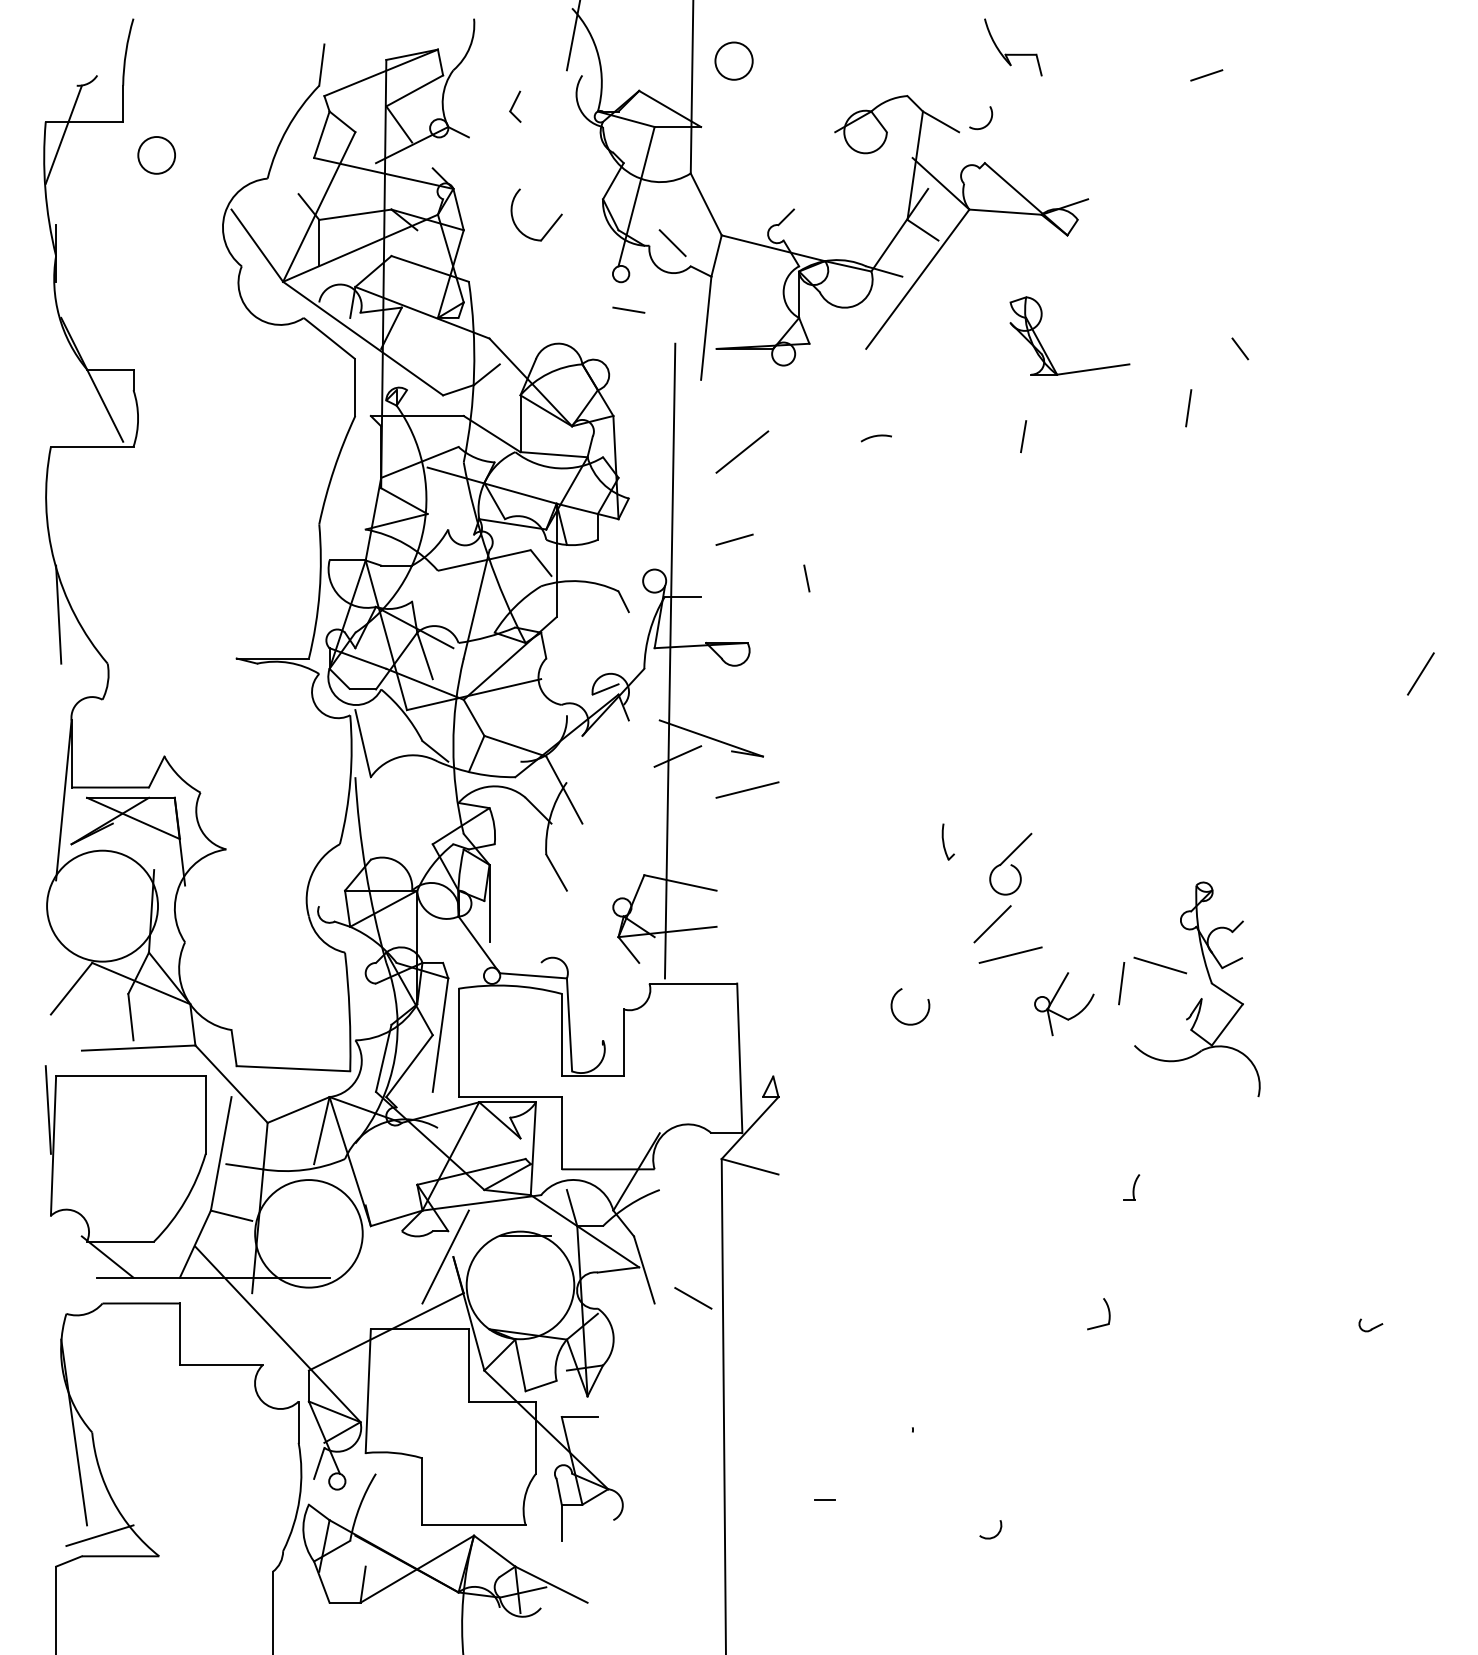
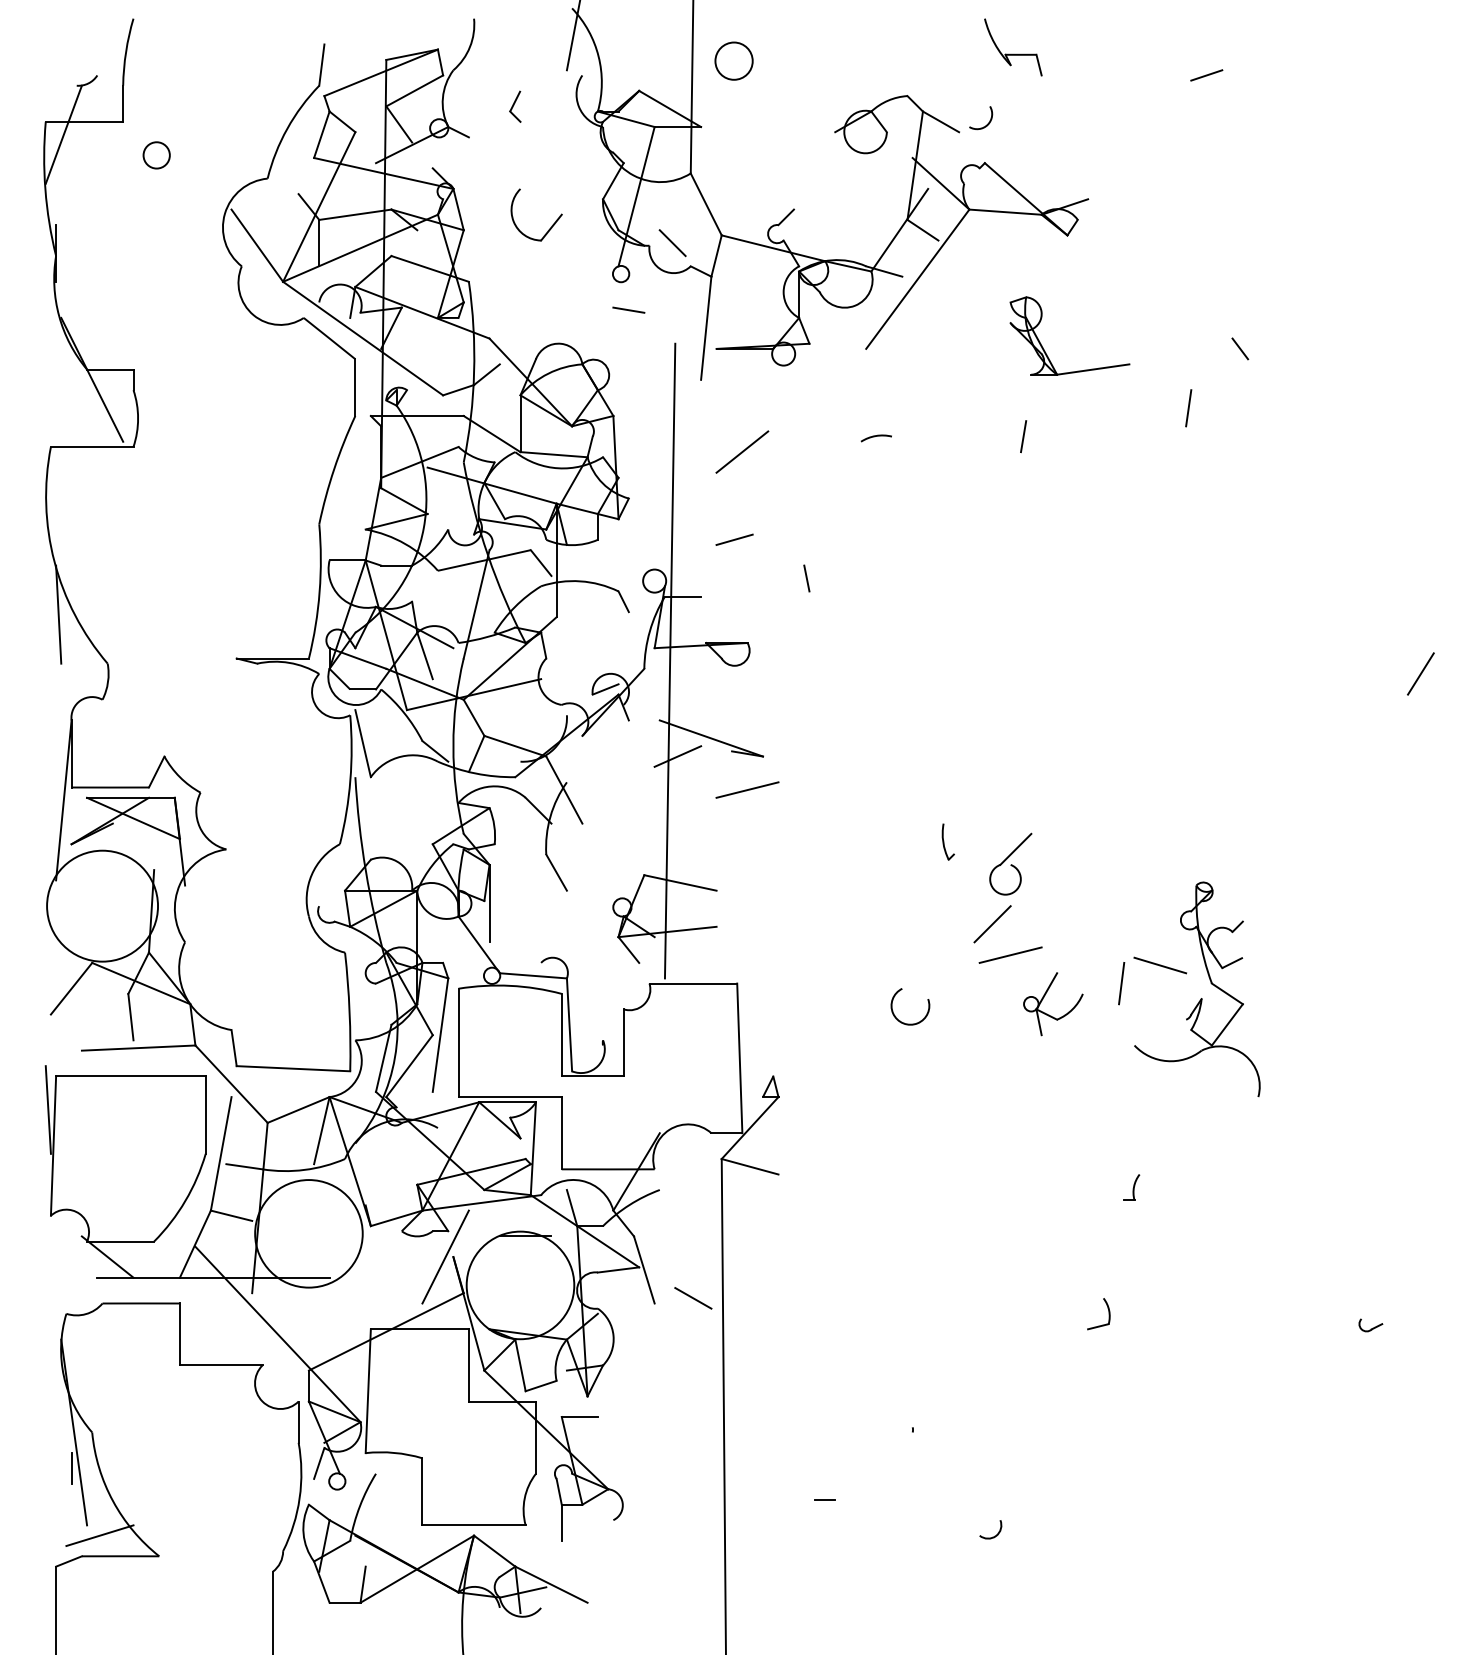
circle at (156, 155) diameter: 37 px -> 26 px
part at (1060, 1014) position: (1060, 1014) -> (1049, 1014)
line at (71, 1468): none -> present
